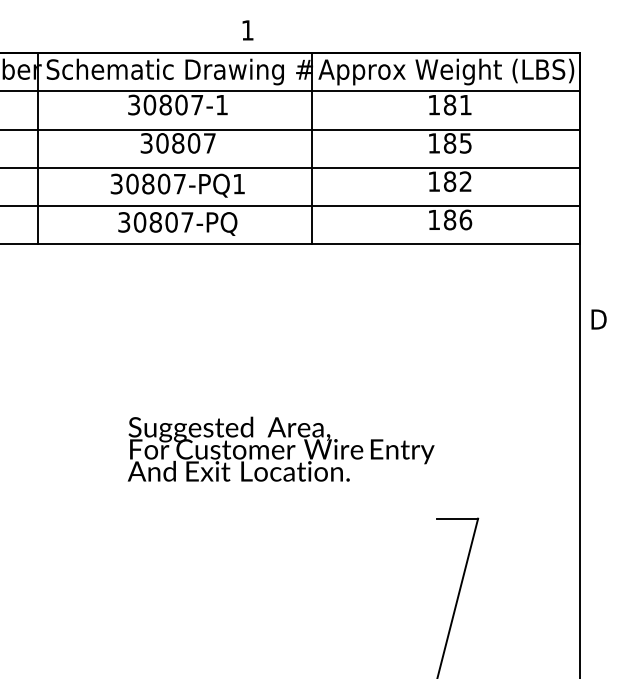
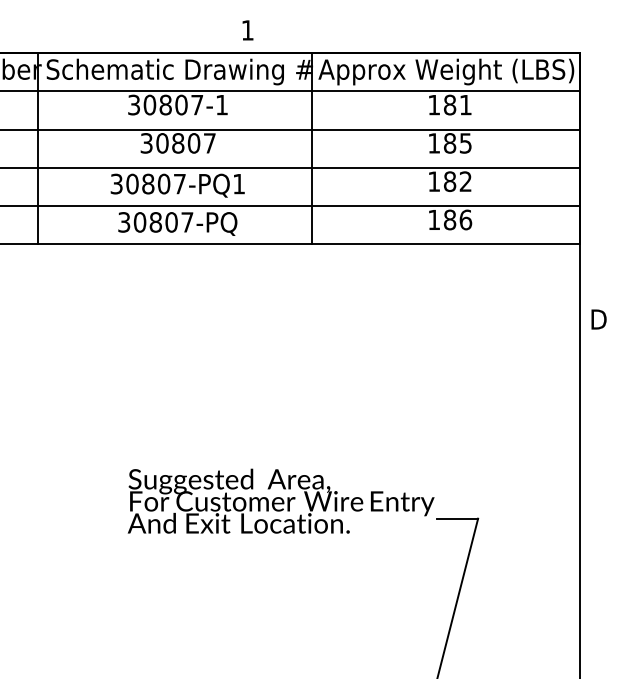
text at (280, 448) position: (280, 448) -> (280, 500)
